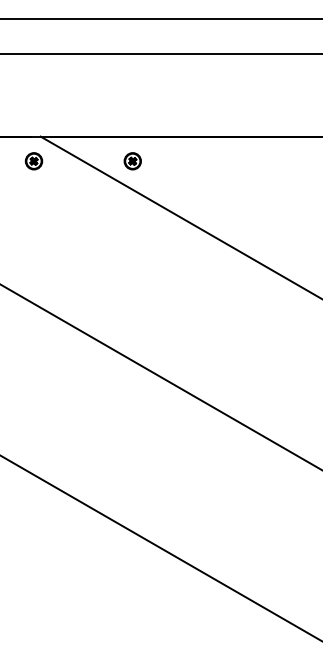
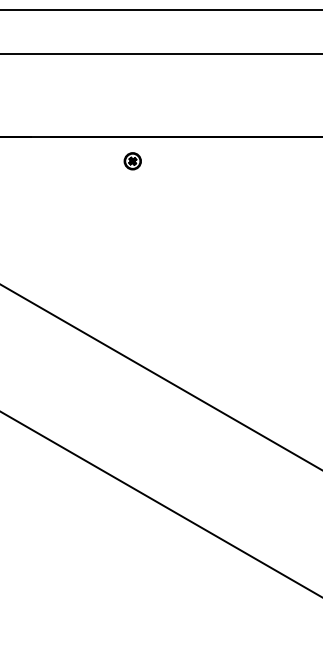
line at (160, 19) position: (160, 19) -> (160, 10)
part at (33, 161): present -> none
line at (179, 216): present -> none
line at (160, 547) position: (160, 547) -> (160, 503)
